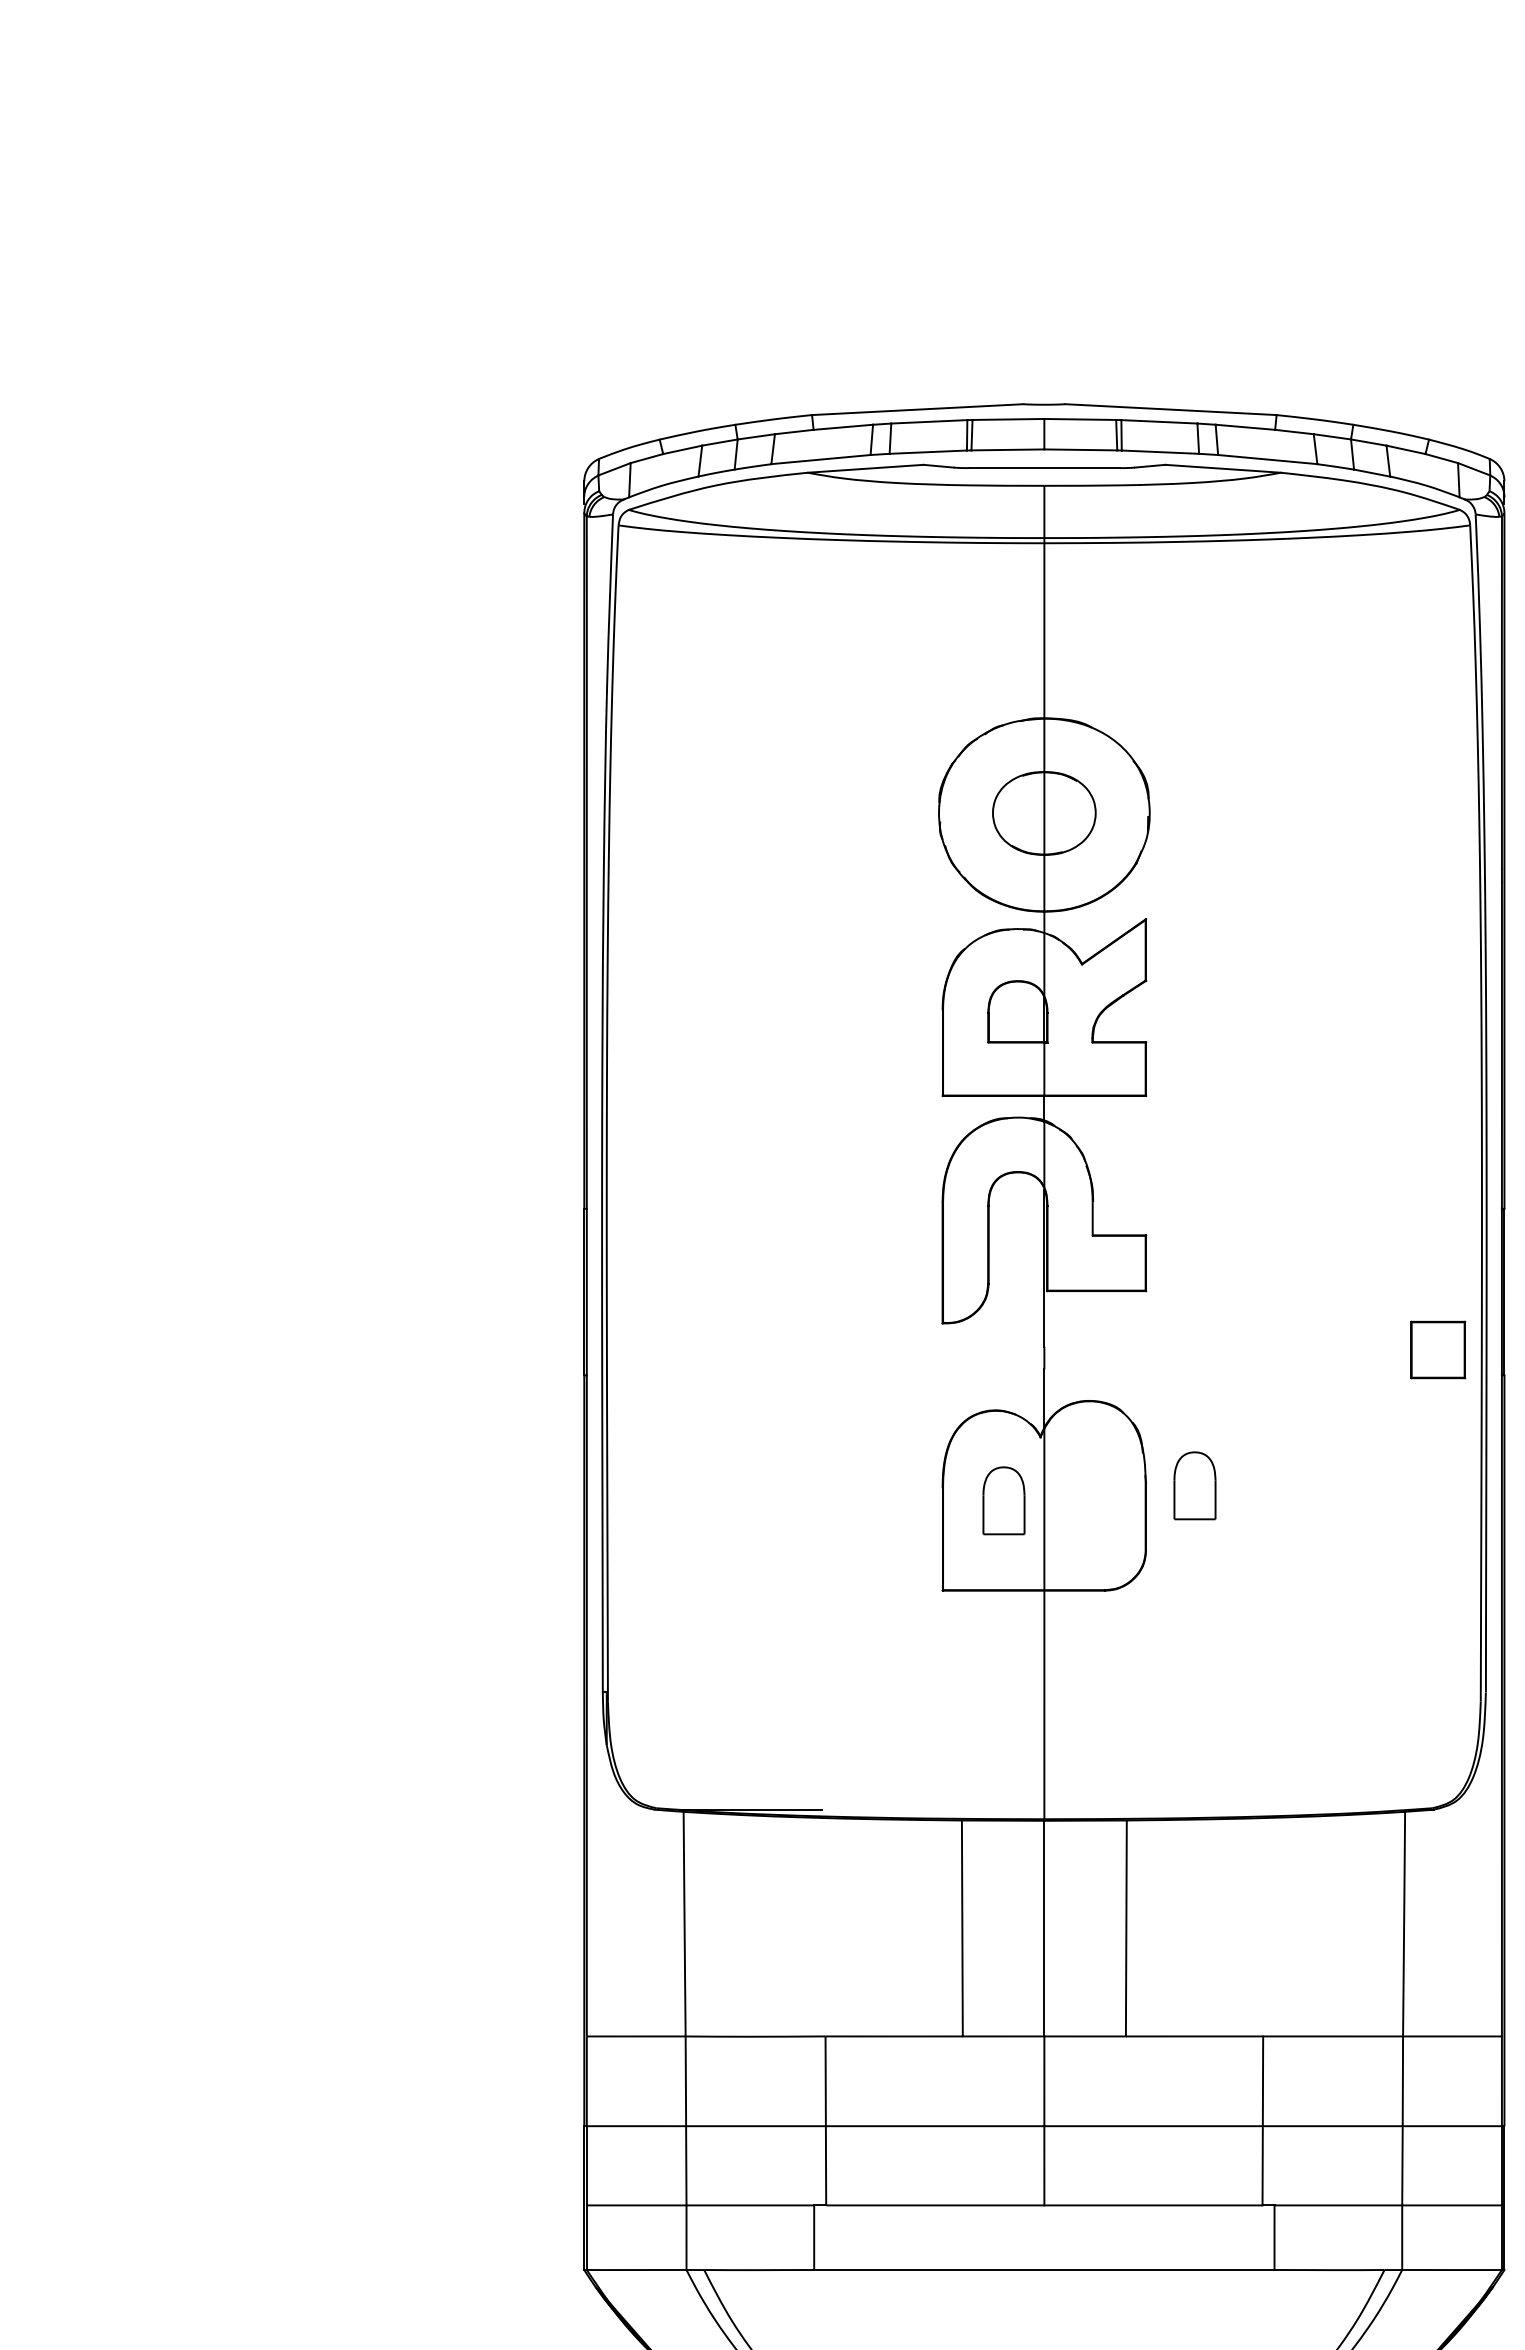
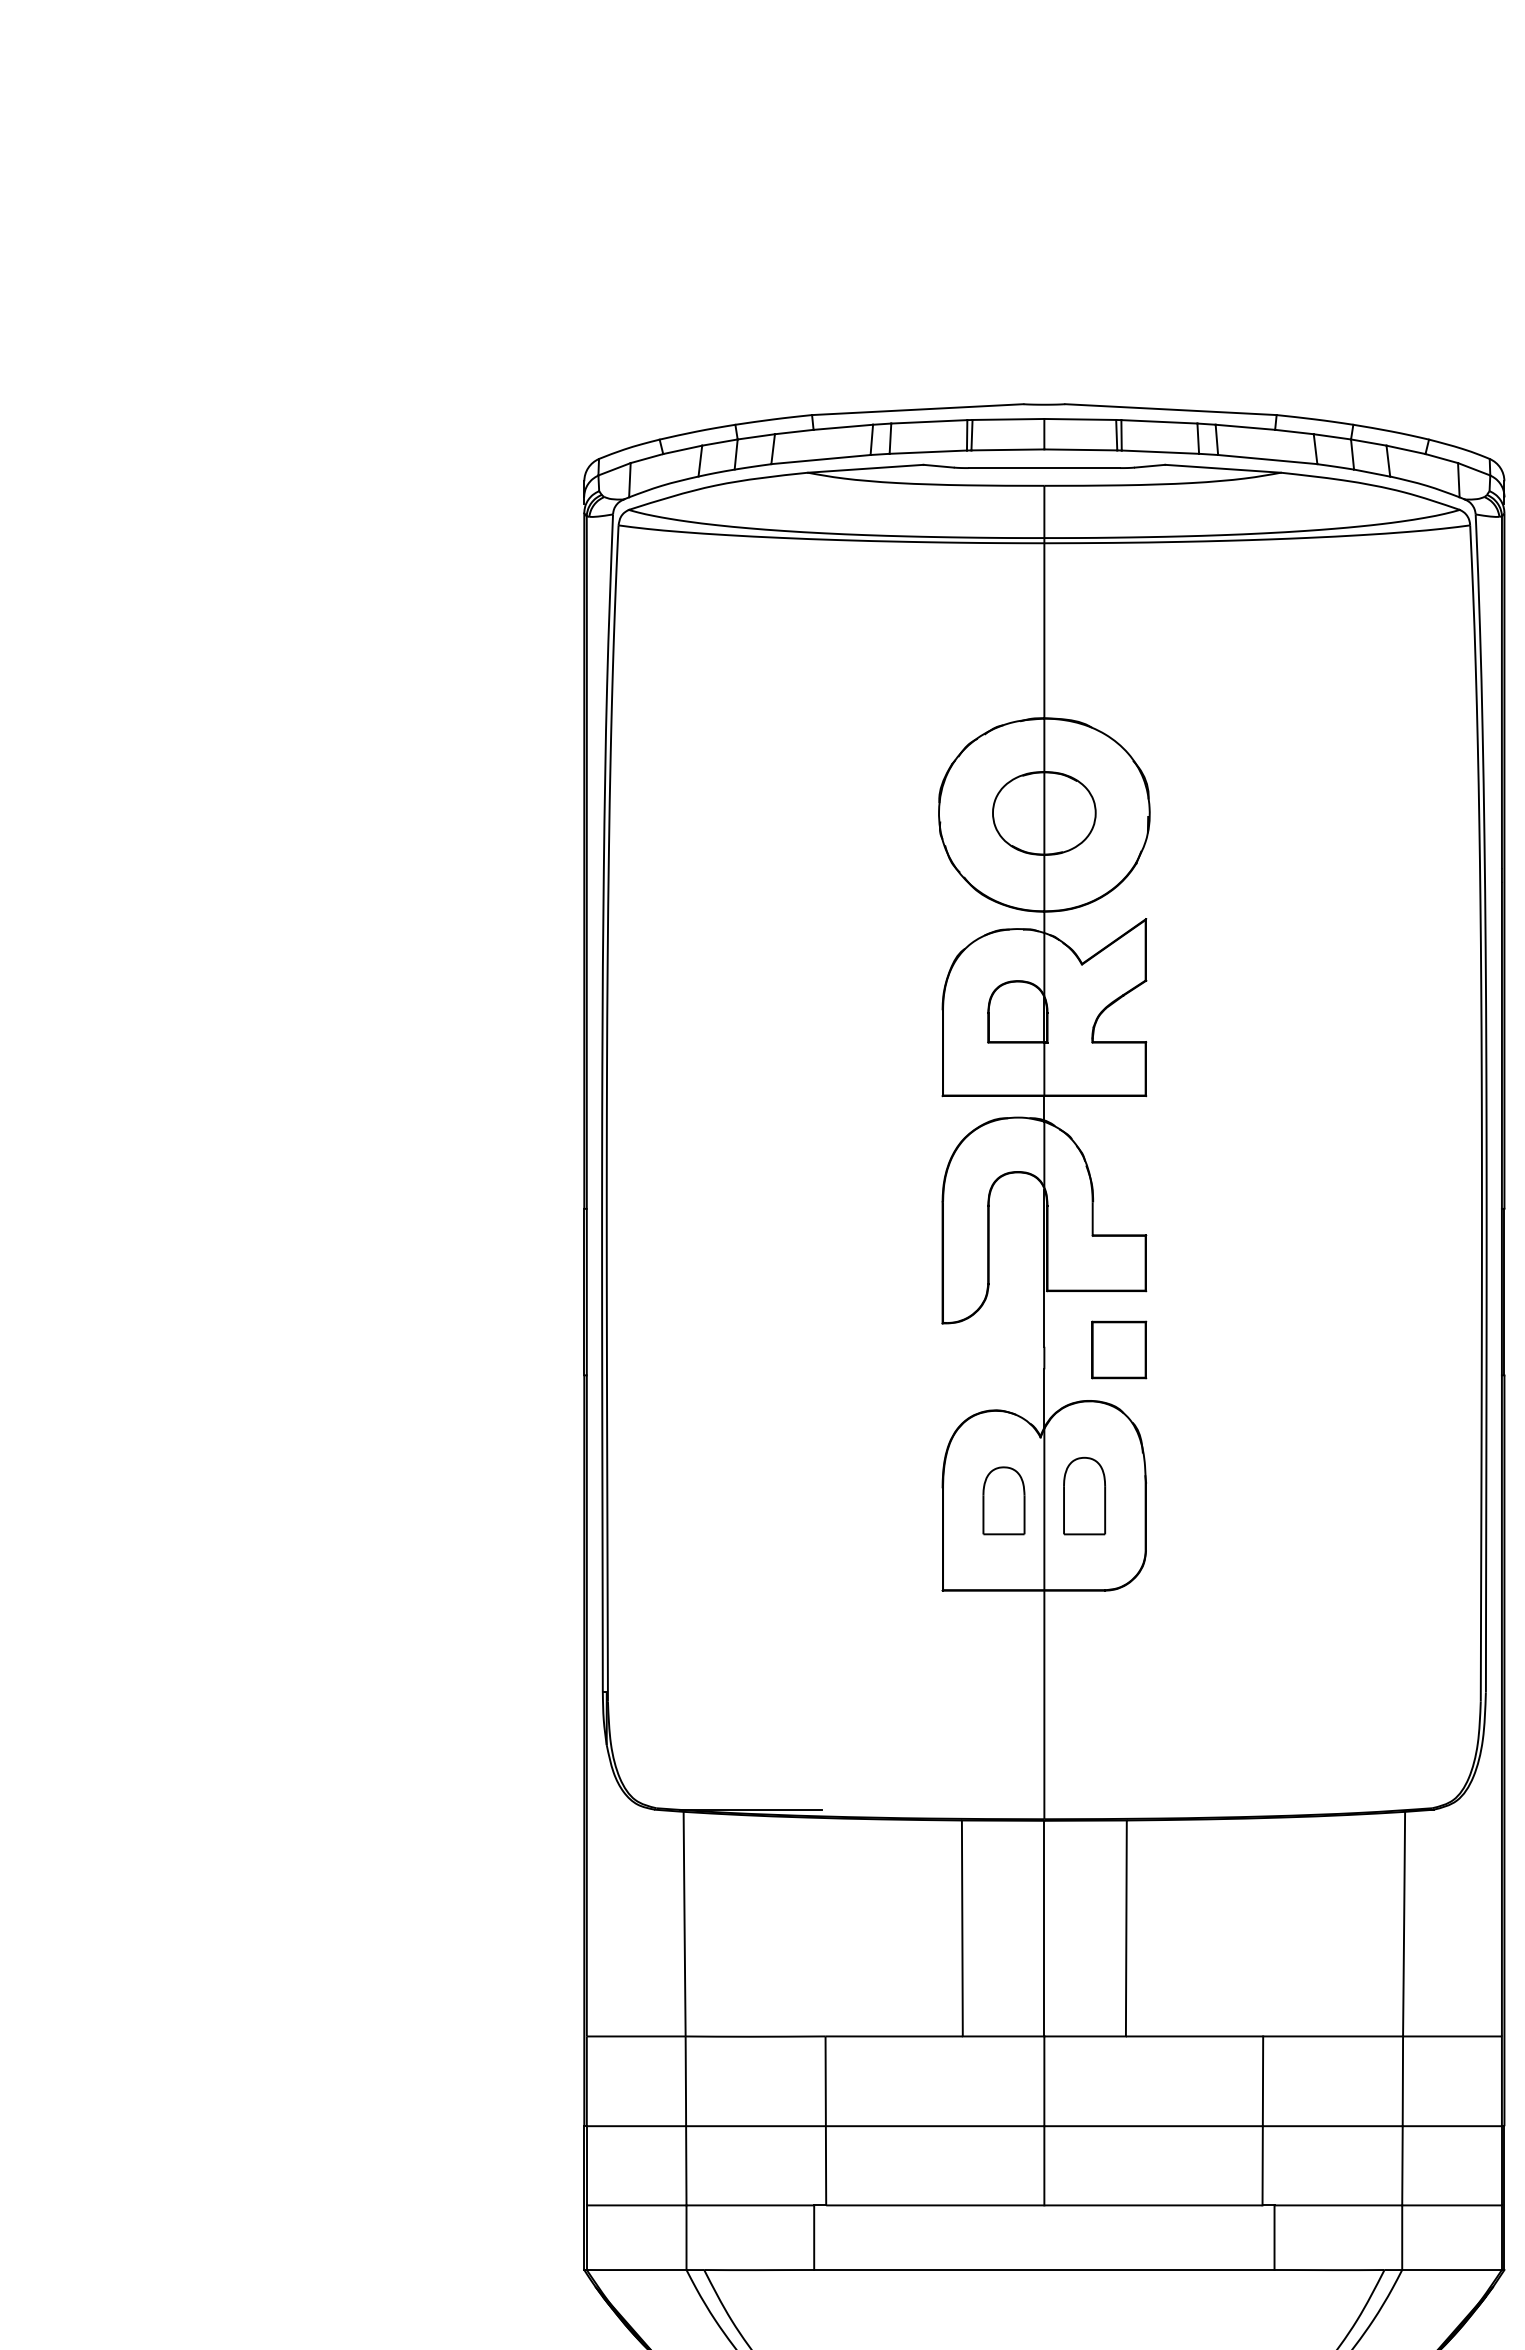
part at (1438, 1349) position: (1438, 1349) -> (1119, 1349)
part at (1194, 1485): present -> none
part at (1084, 1495): none -> present
